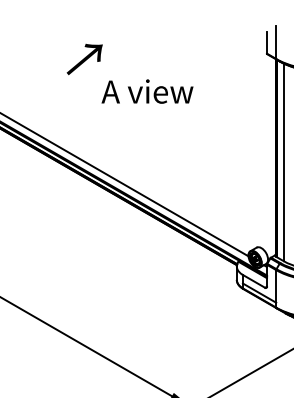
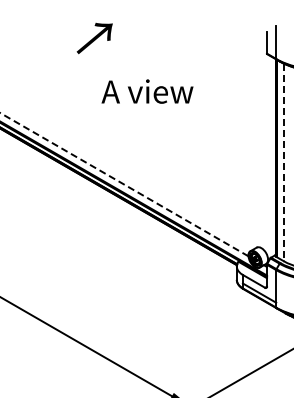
text at (84, 59) position: (84, 59) -> (94, 38)
line at (283, 162): solid -> dashed
line at (123, 184): solid -> dashed
